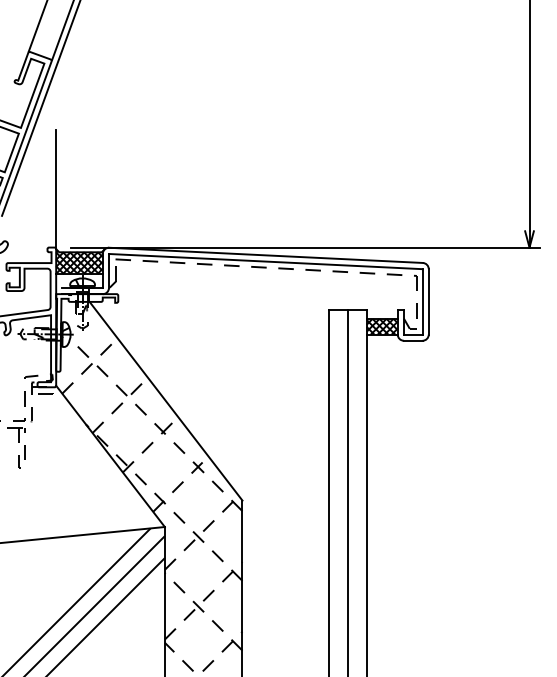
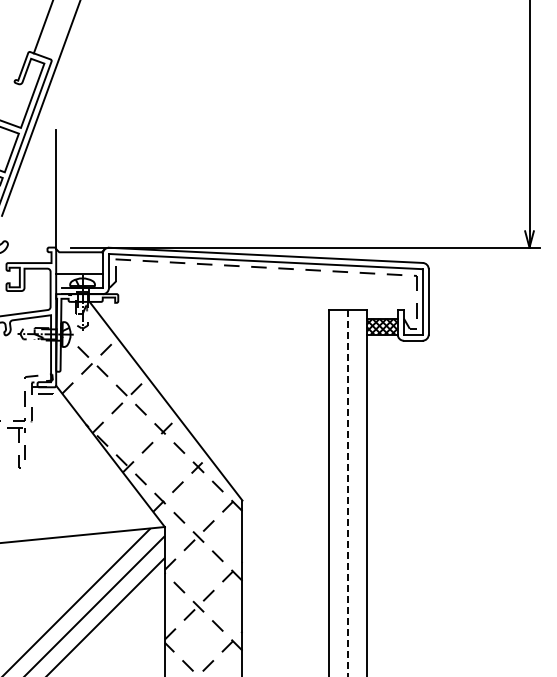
line at (37, 26) position: (37, 26) -> (42, 27)
line at (62, 31): present -> none
hatch at (79, 262): present -> none
line at (348, 493): solid -> dashed
